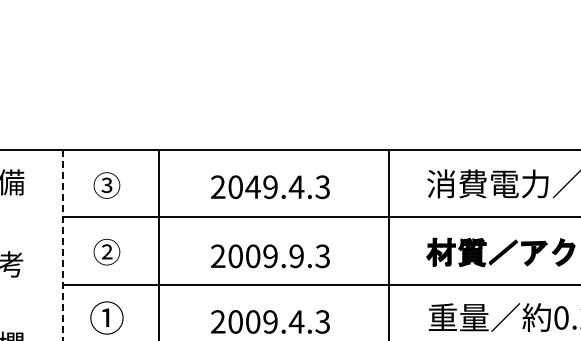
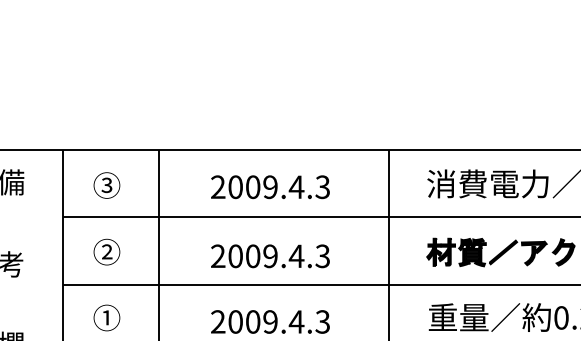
text at (252, 187): 2049.4.3 -> 2009.4.3
line at (62, 245): dashed -> solid
text at (296, 256): 2009.9.3 -> 2009.4.3
part at (106, 317) size: 34x34 px -> 28x28 px
